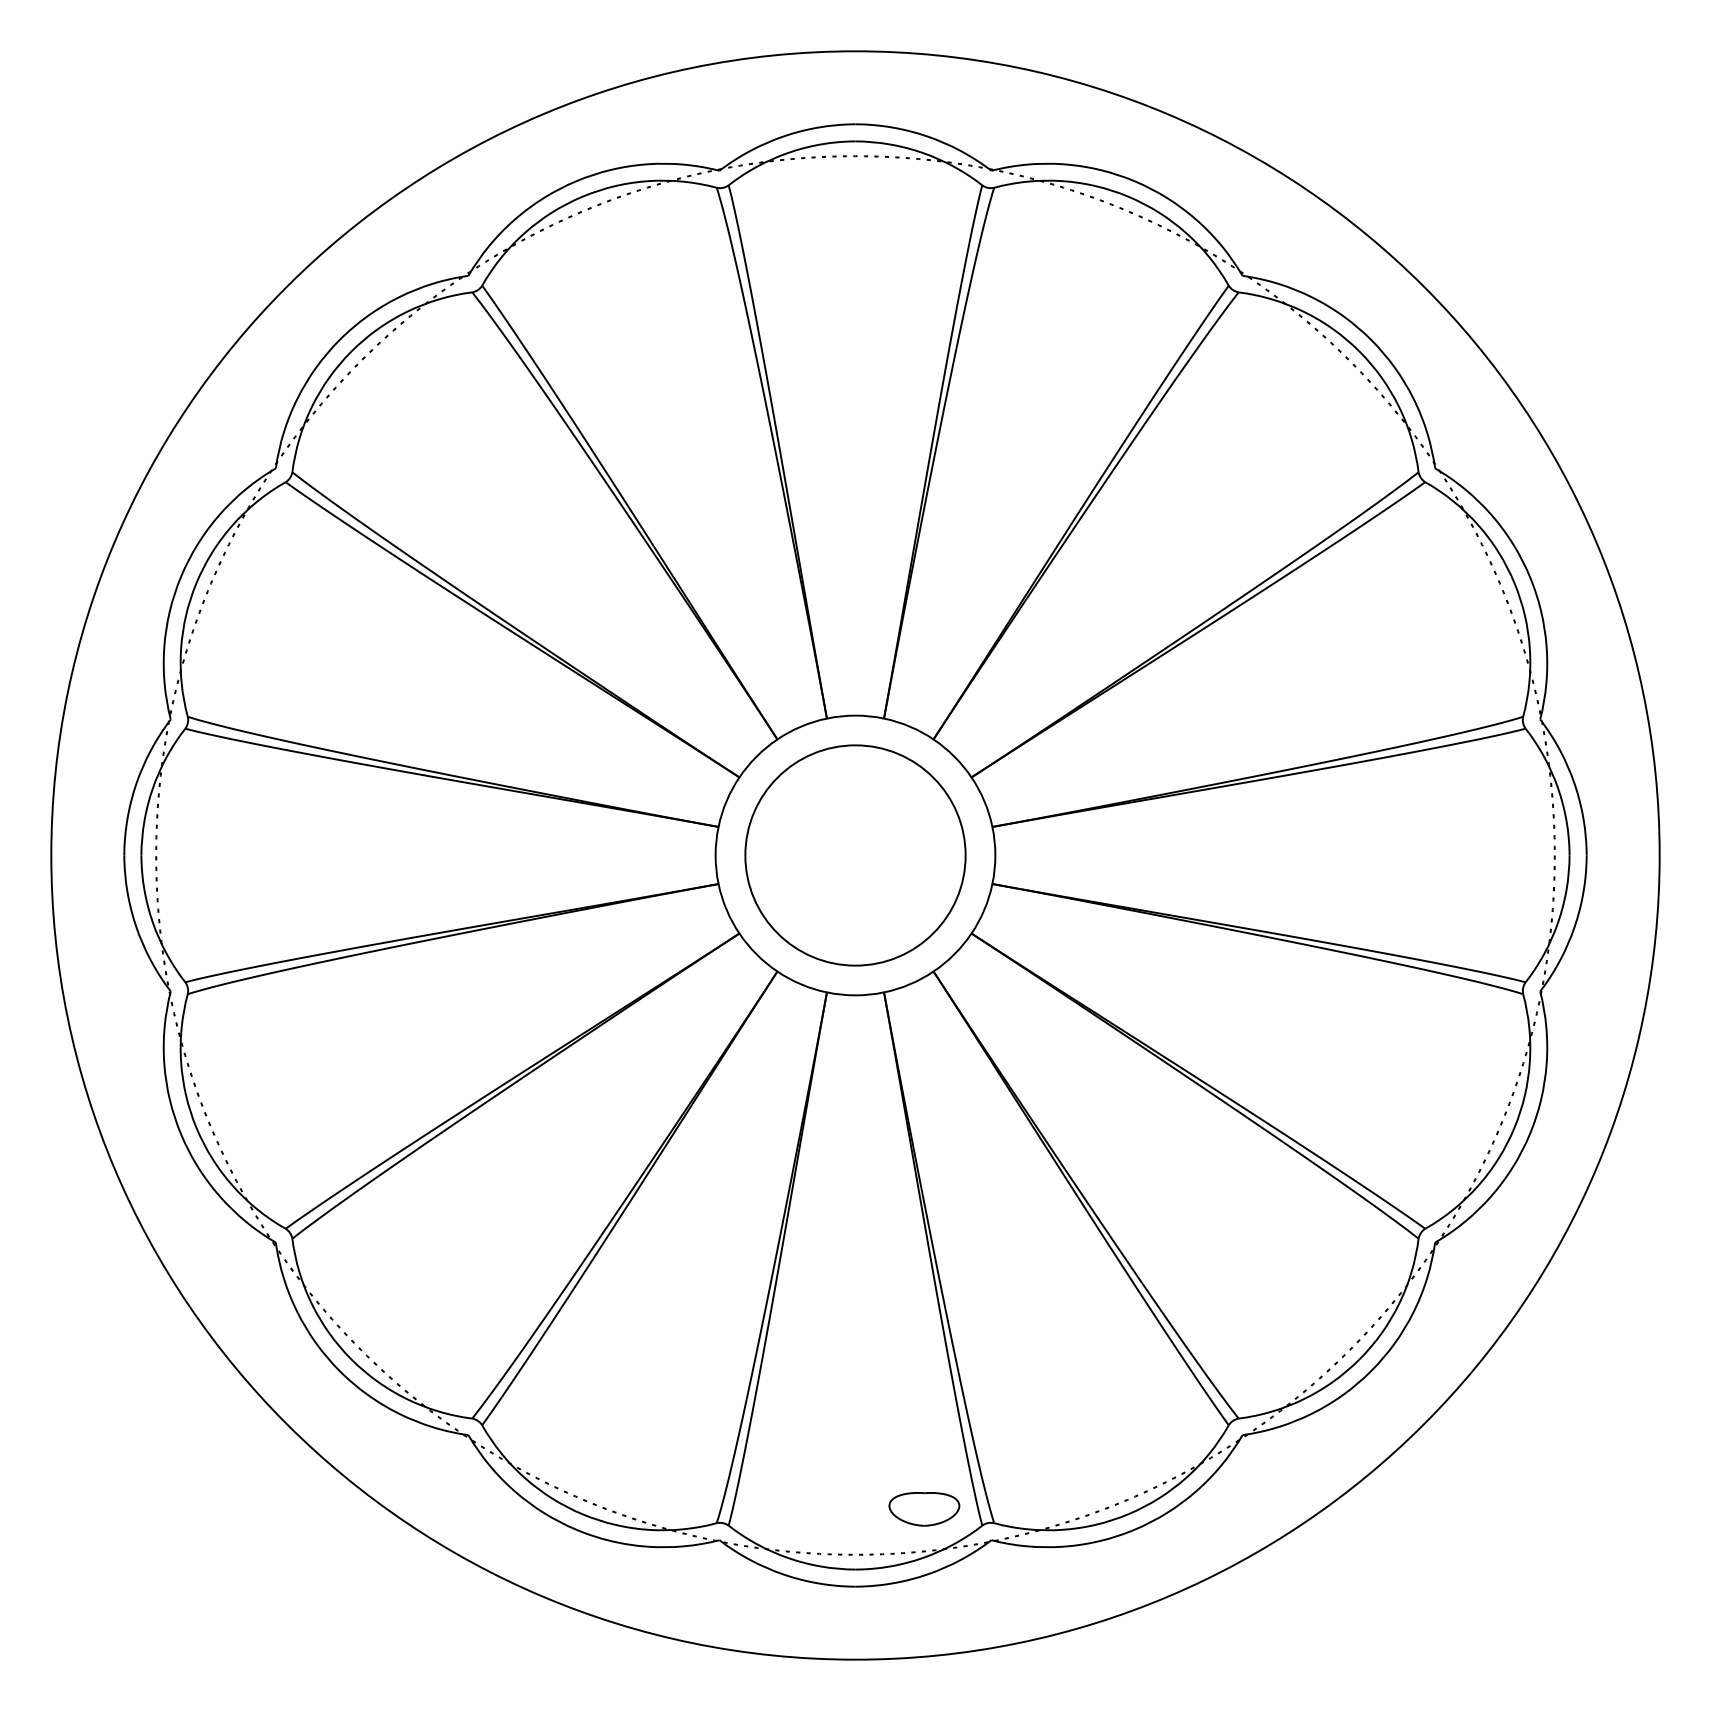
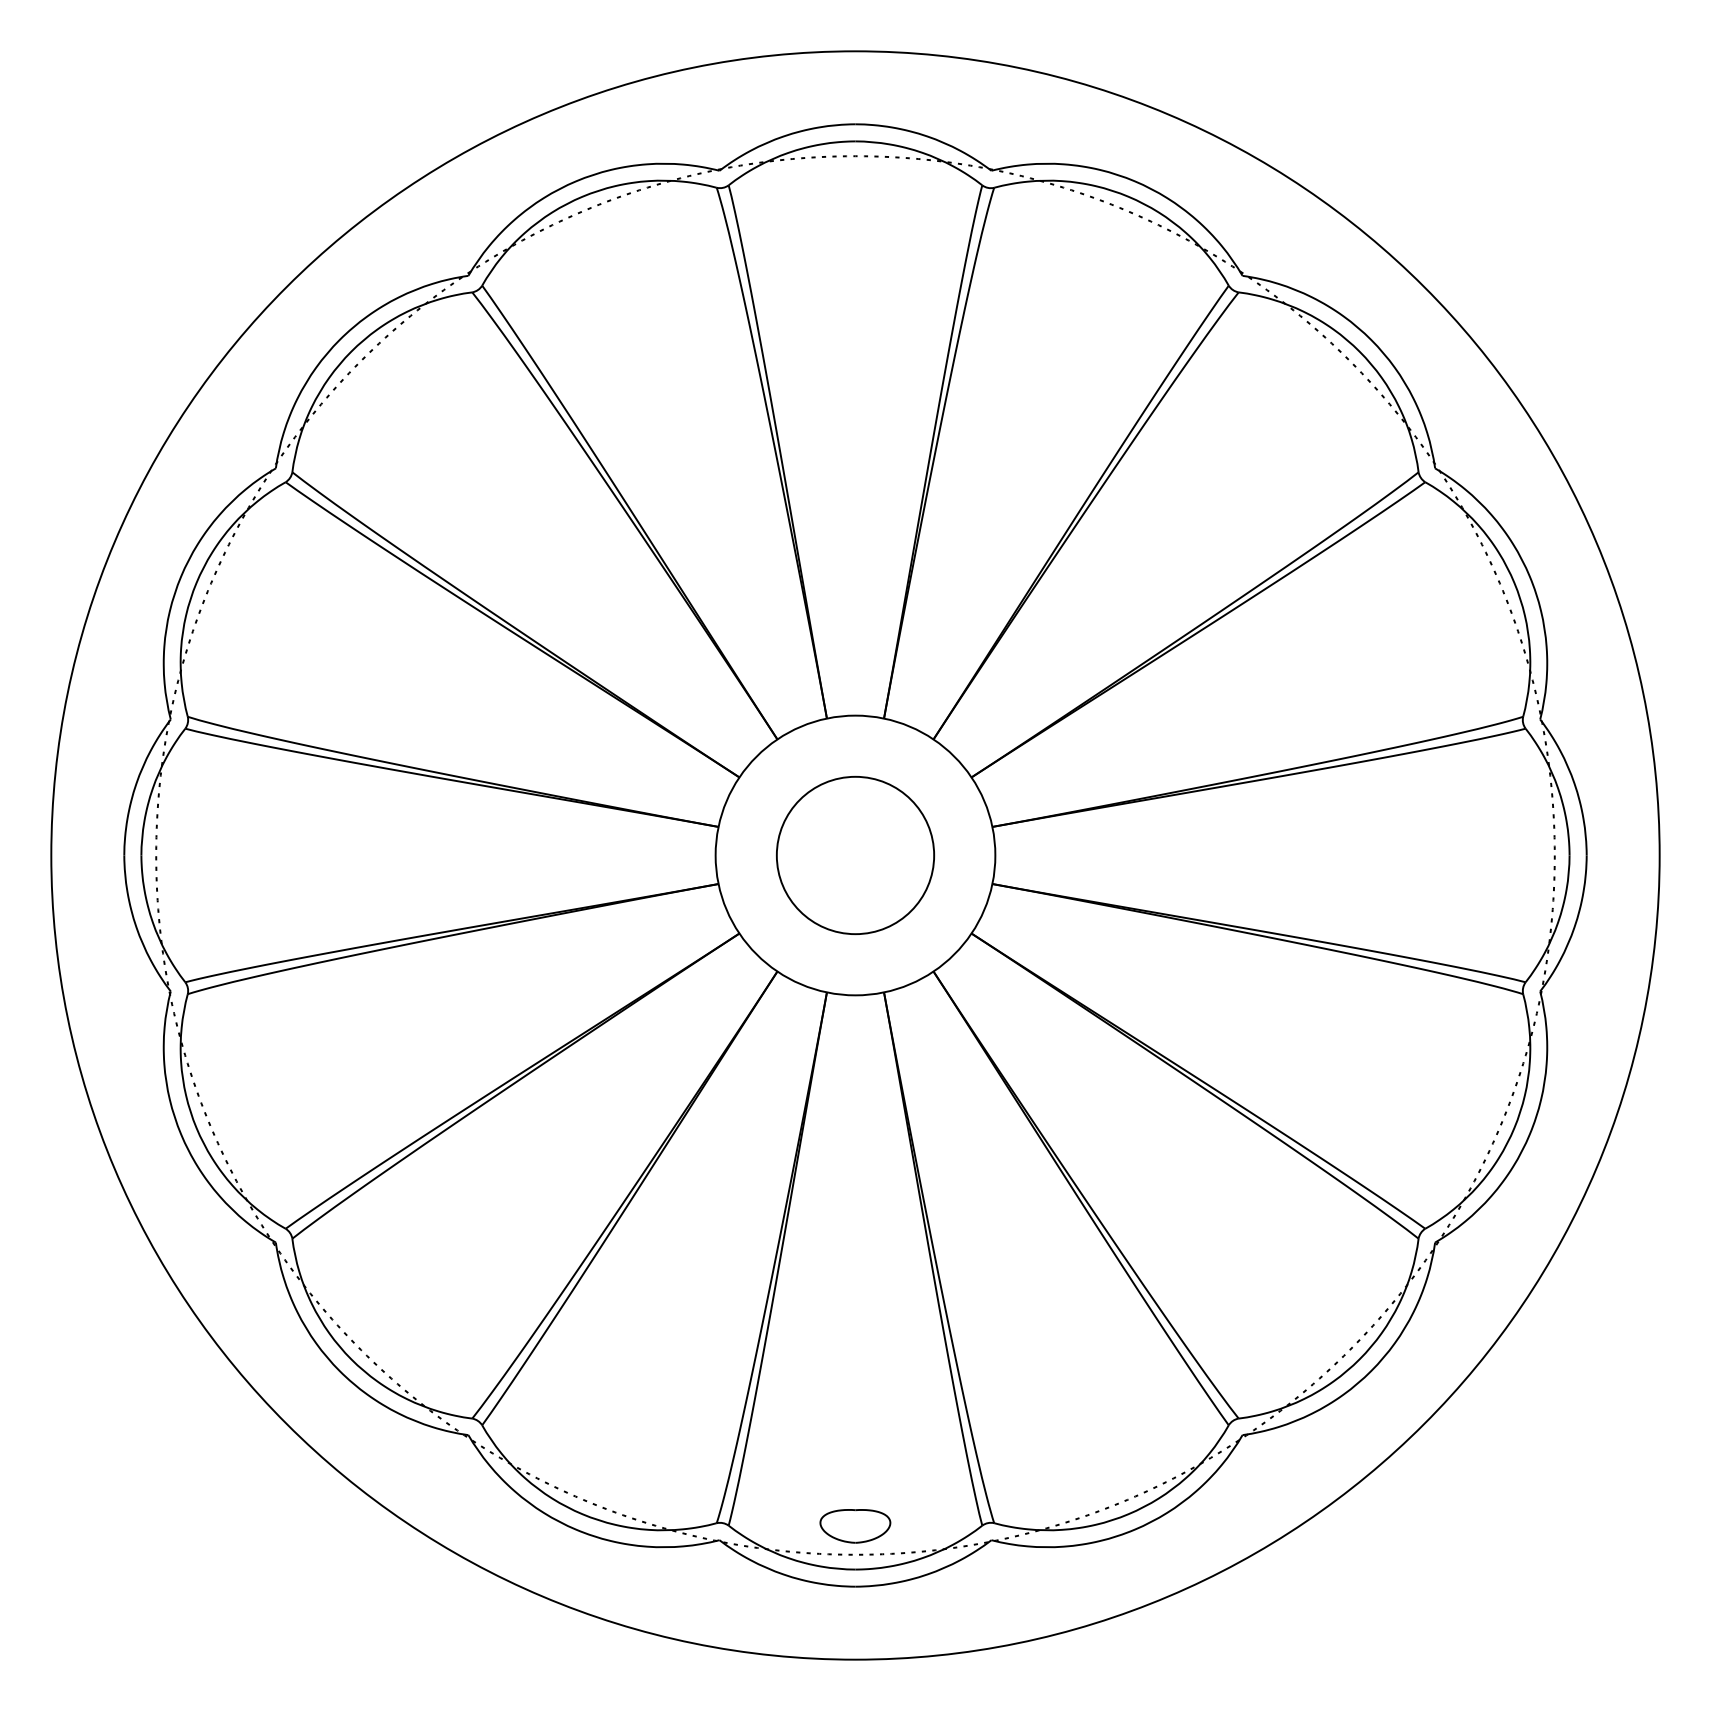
circle at (855, 855) diameter: 220 px -> 157 px
part at (924, 1509) position: (924, 1509) -> (855, 1526)
